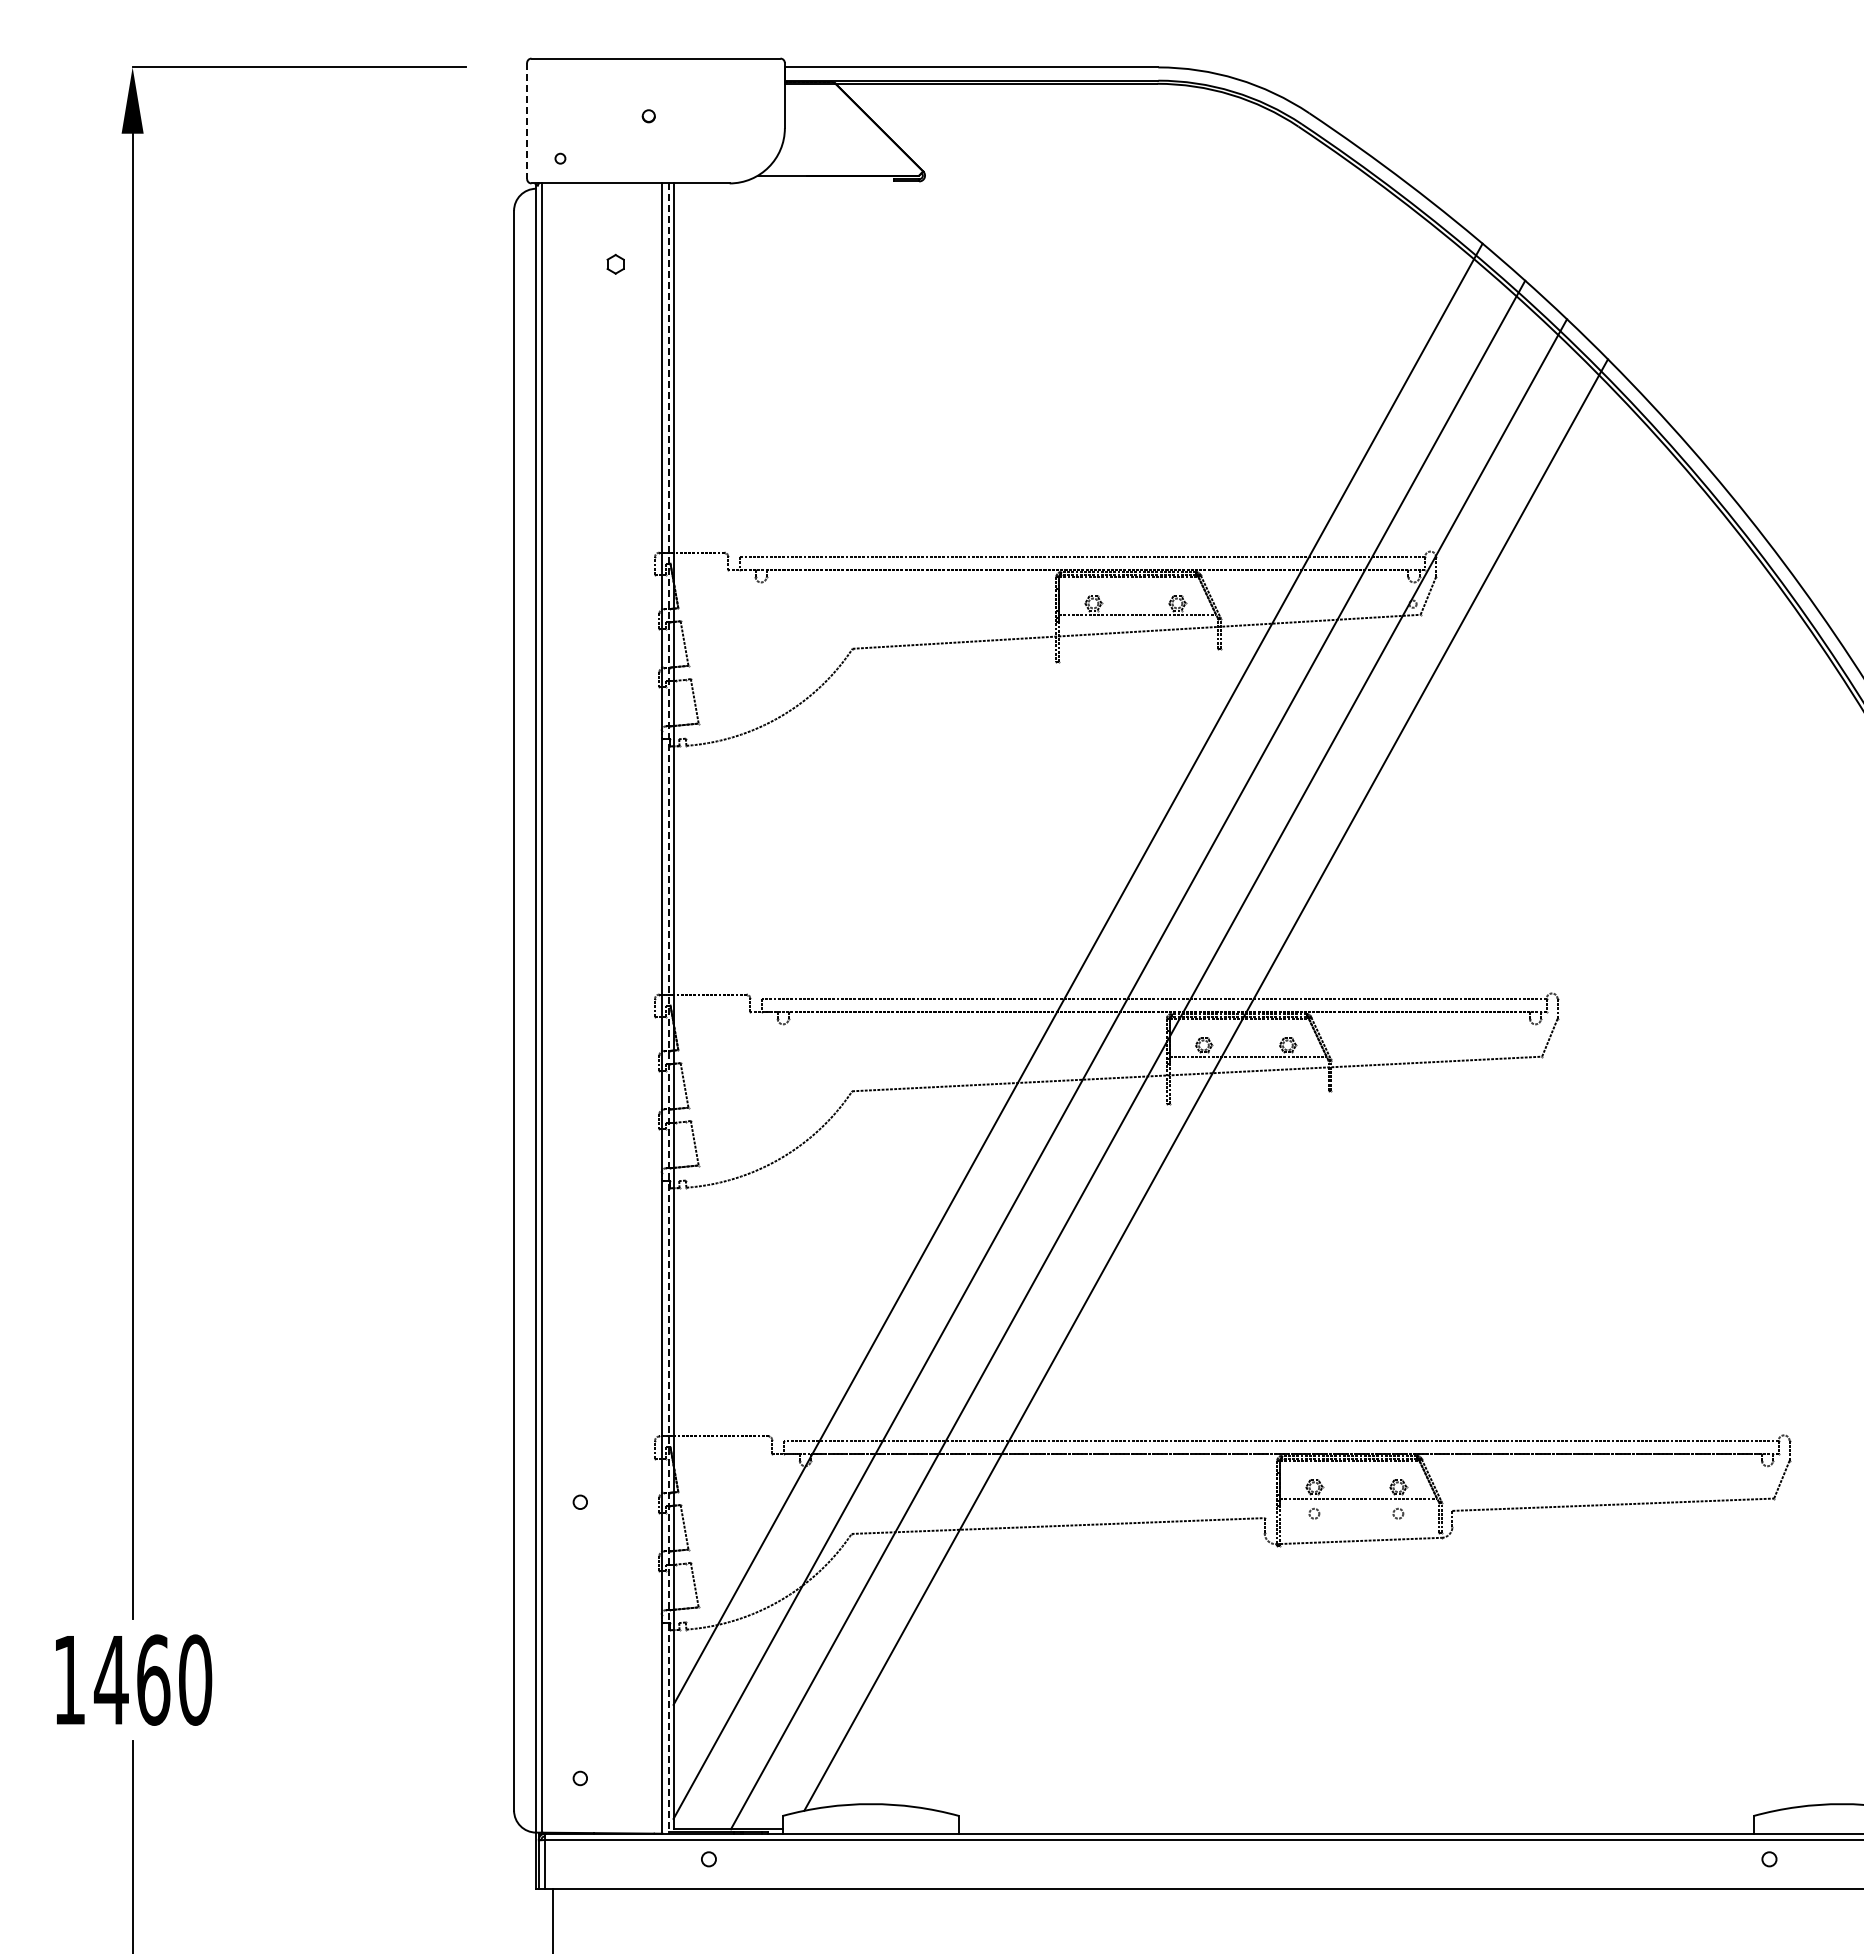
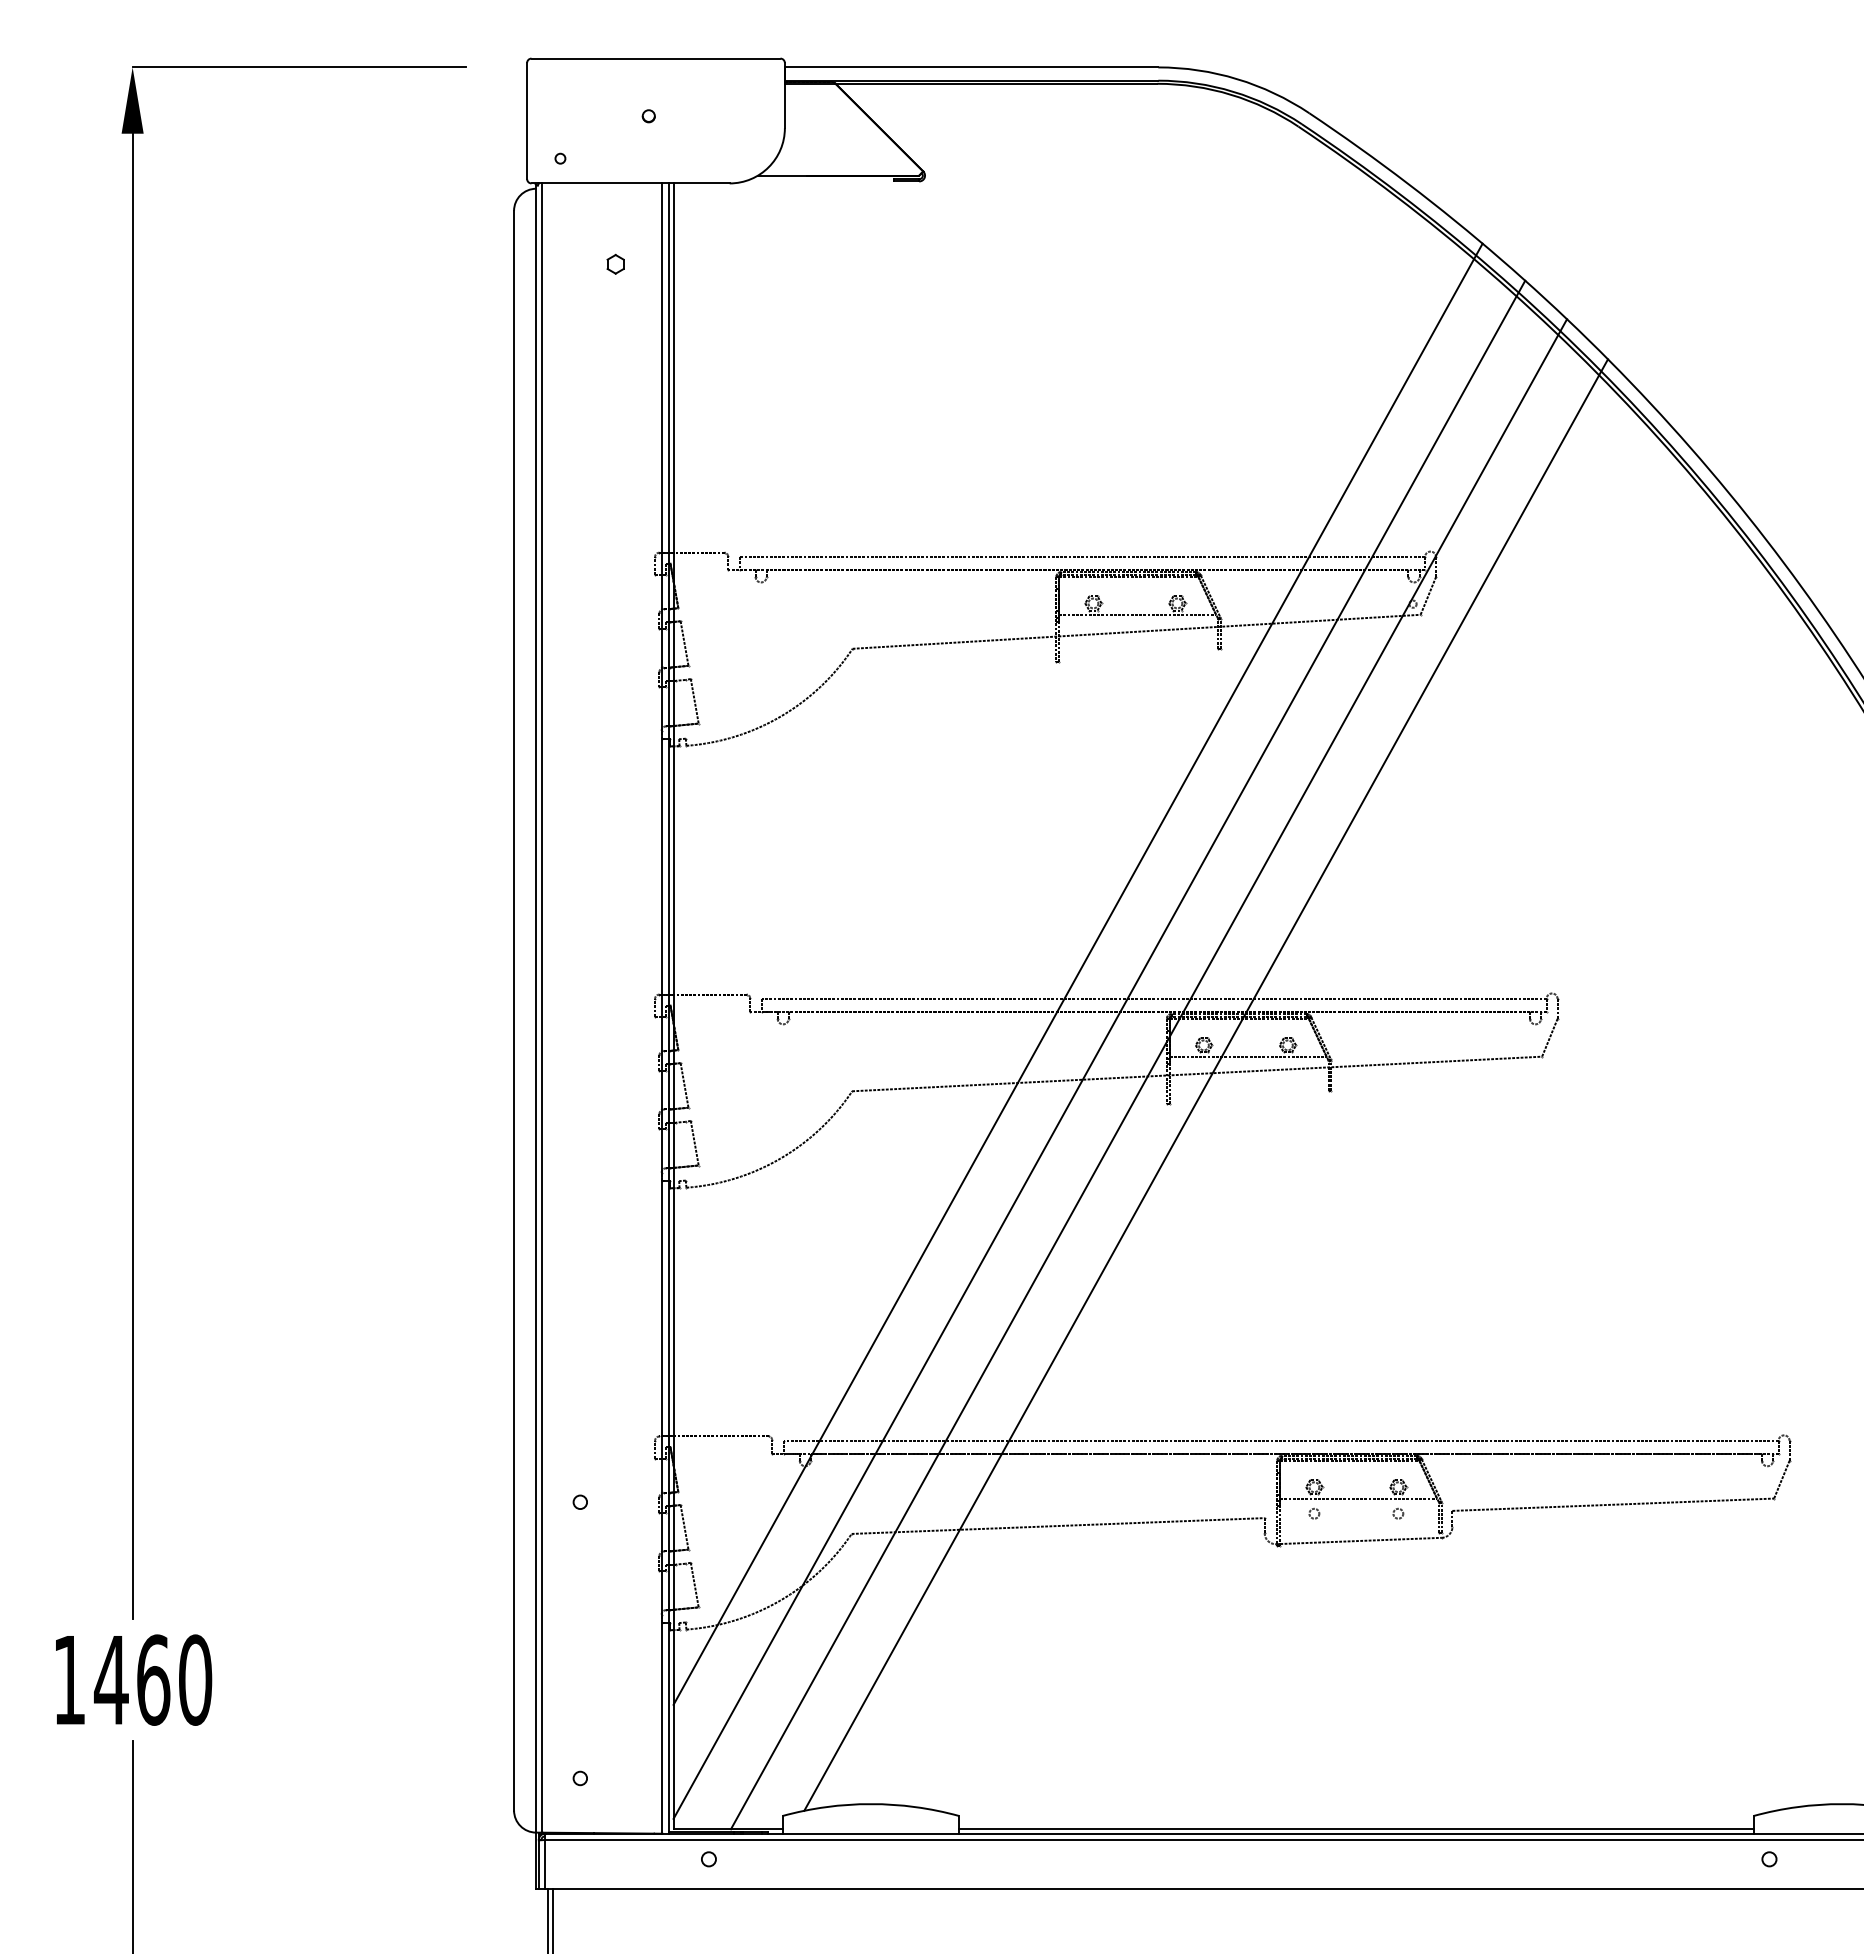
line at (527, 121): dashed -> solid
line at (668, 1009): dashed -> solid
line at (1356, 1829): none -> present
line at (547, 1919): none -> present
